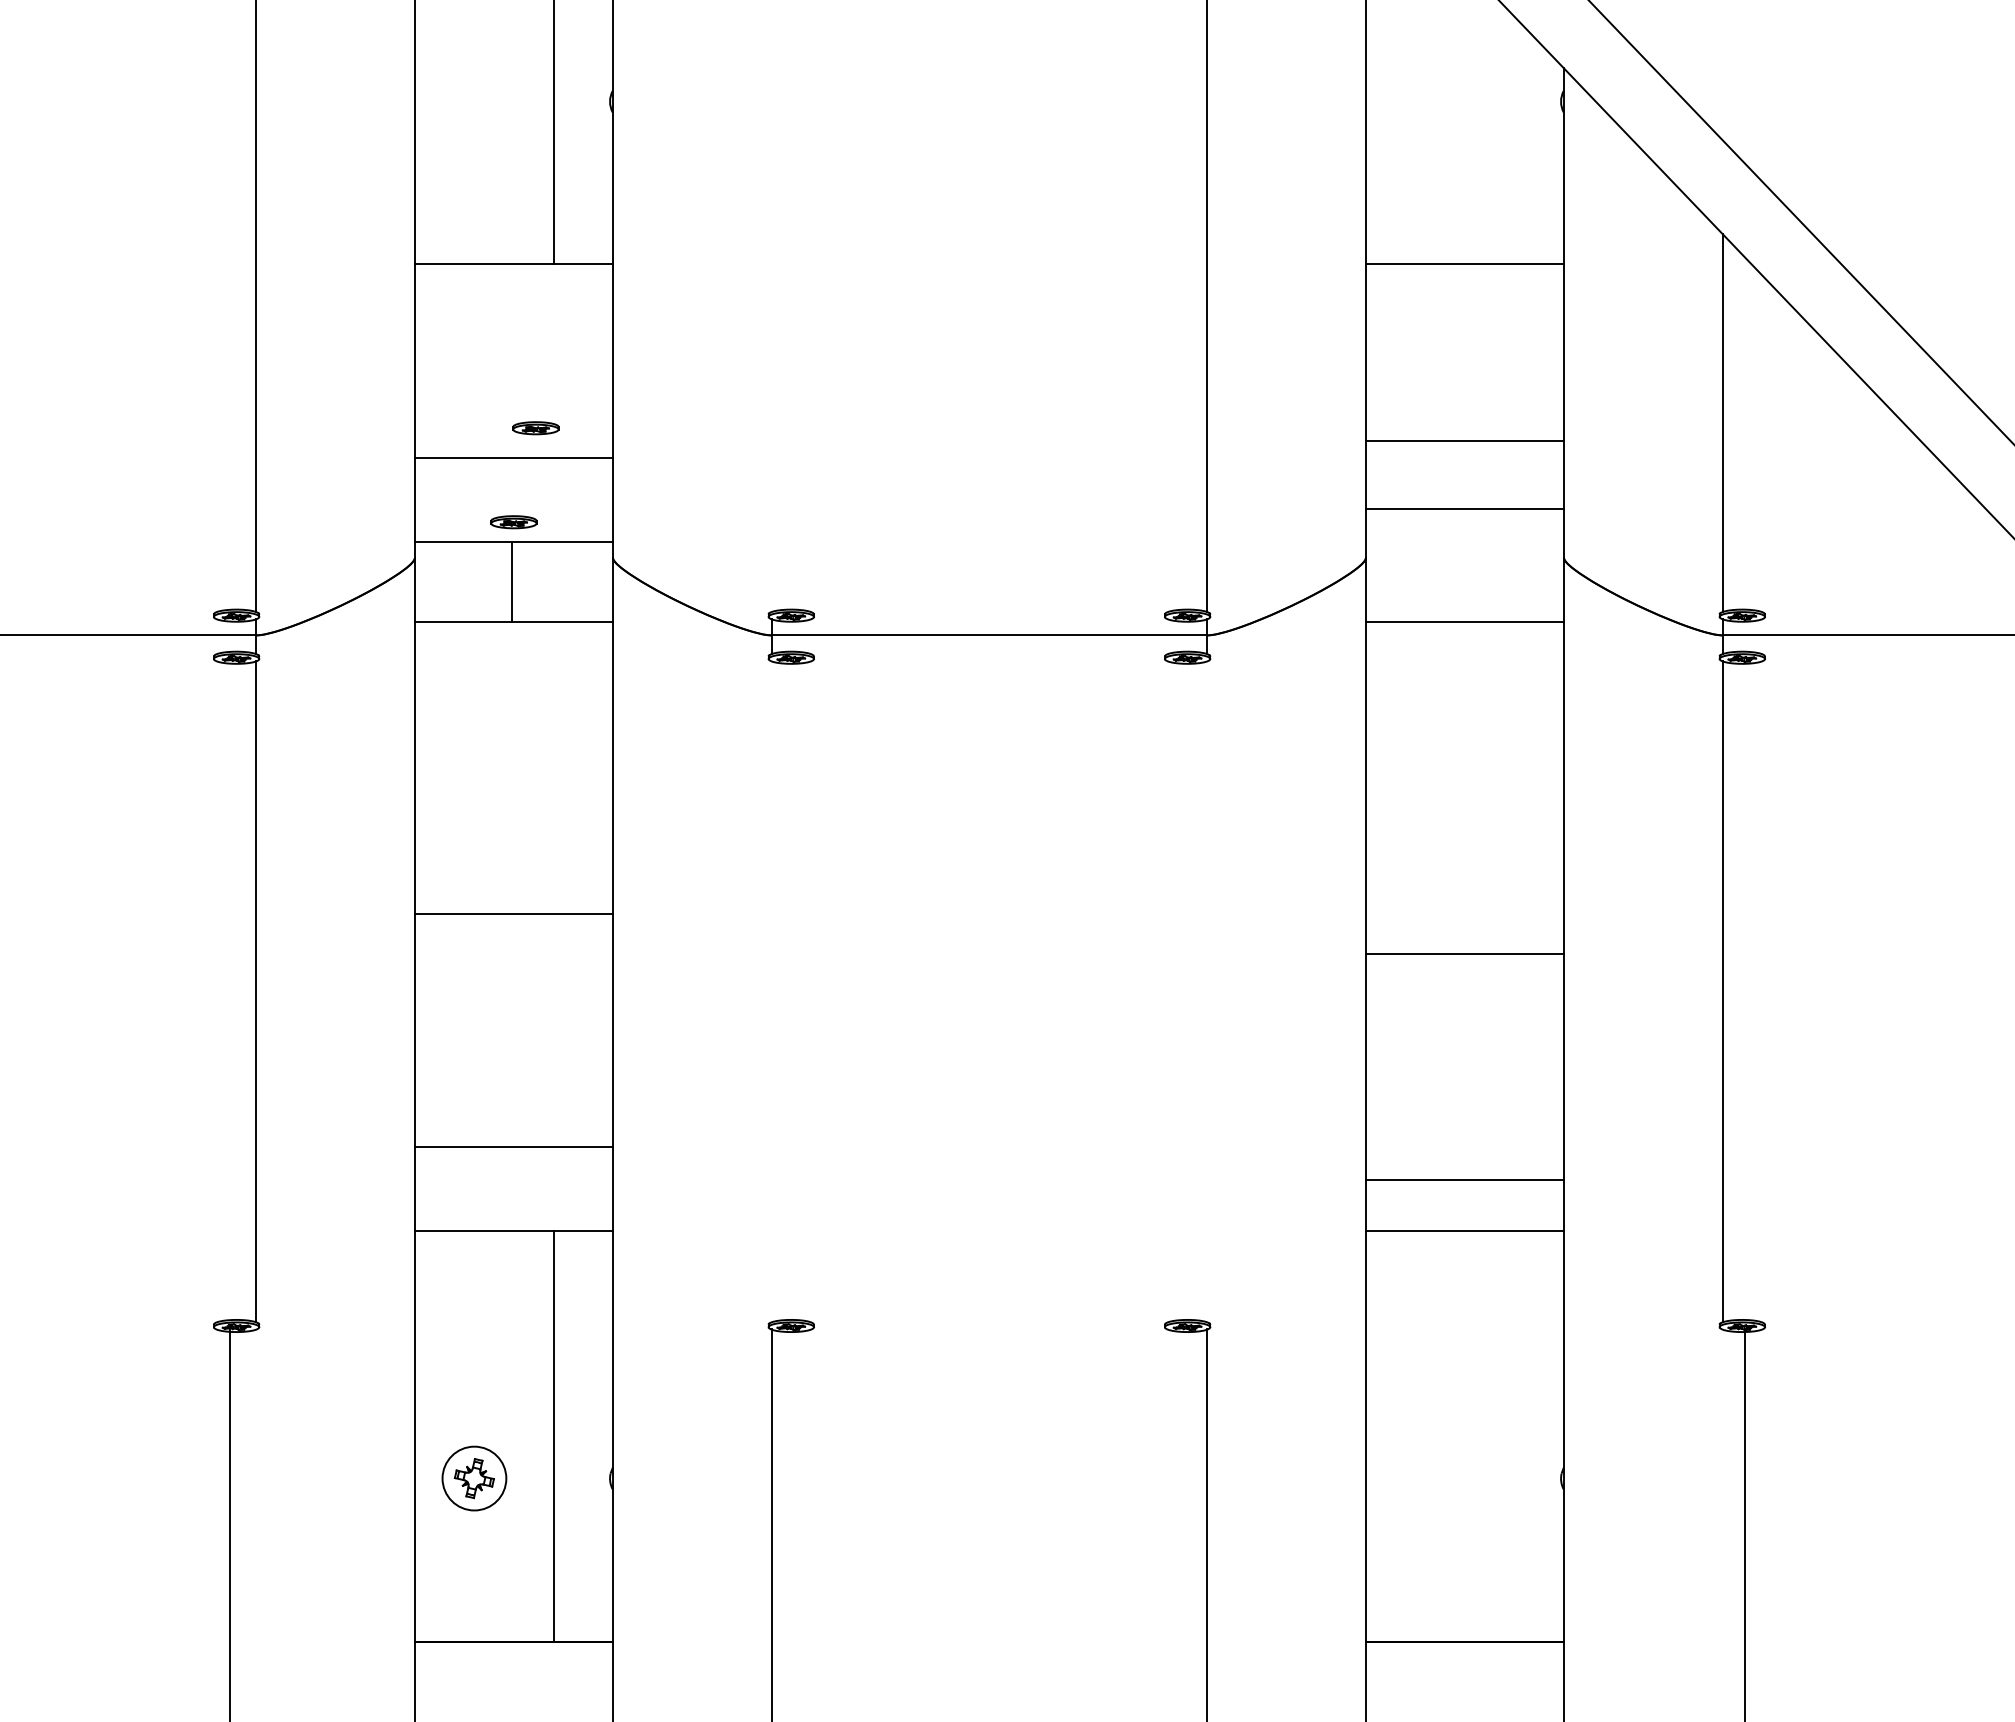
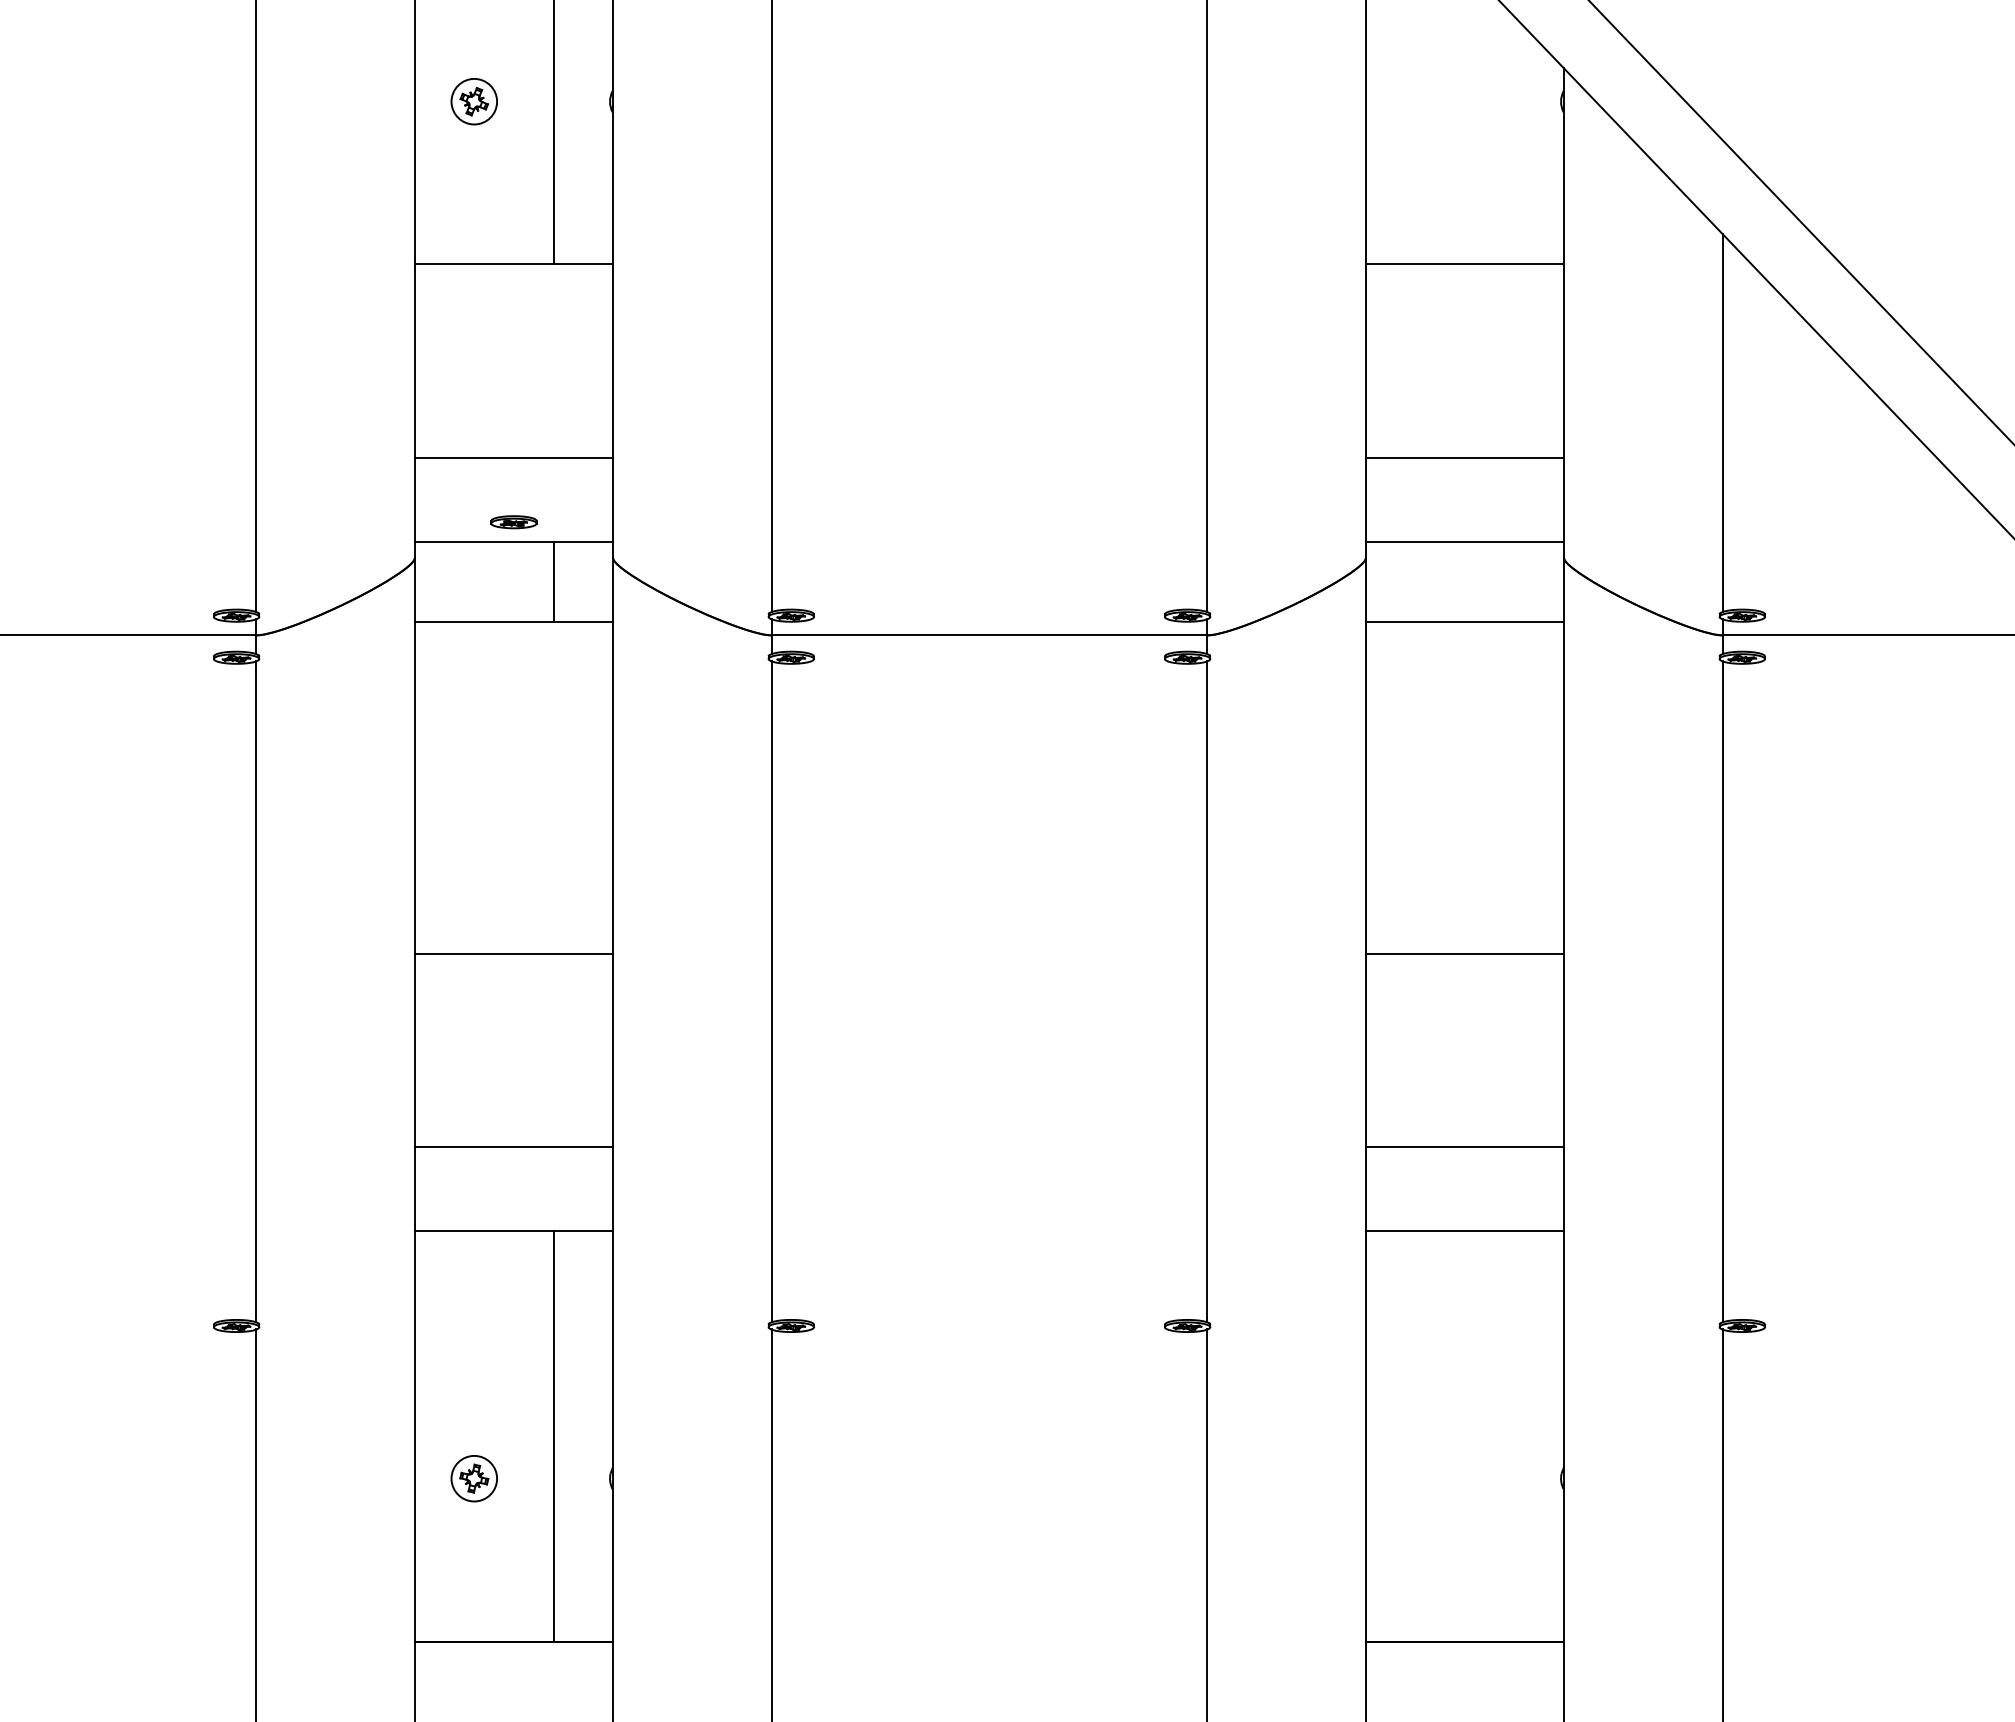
part at (473, 101): none -> present
line at (771, 307): none -> present
part at (535, 428): present -> none
line at (1464, 440) position: (1464, 440) -> (1464, 457)
line at (1464, 509) position: (1464, 509) -> (1464, 542)
line at (511, 582) position: (511, 582) -> (553, 582)
line at (513, 913) position: (513, 913) -> (513, 953)
line at (771, 991): none -> present
line at (1207, 991): none -> present
line at (1464, 1180) position: (1464, 1180) -> (1464, 1147)
part at (474, 1478) size: 67x67 px -> 48x48 px
line at (230, 1523) position: (230, 1523) -> (256, 1523)
line at (1744, 1523) position: (1744, 1523) -> (1722, 1523)
